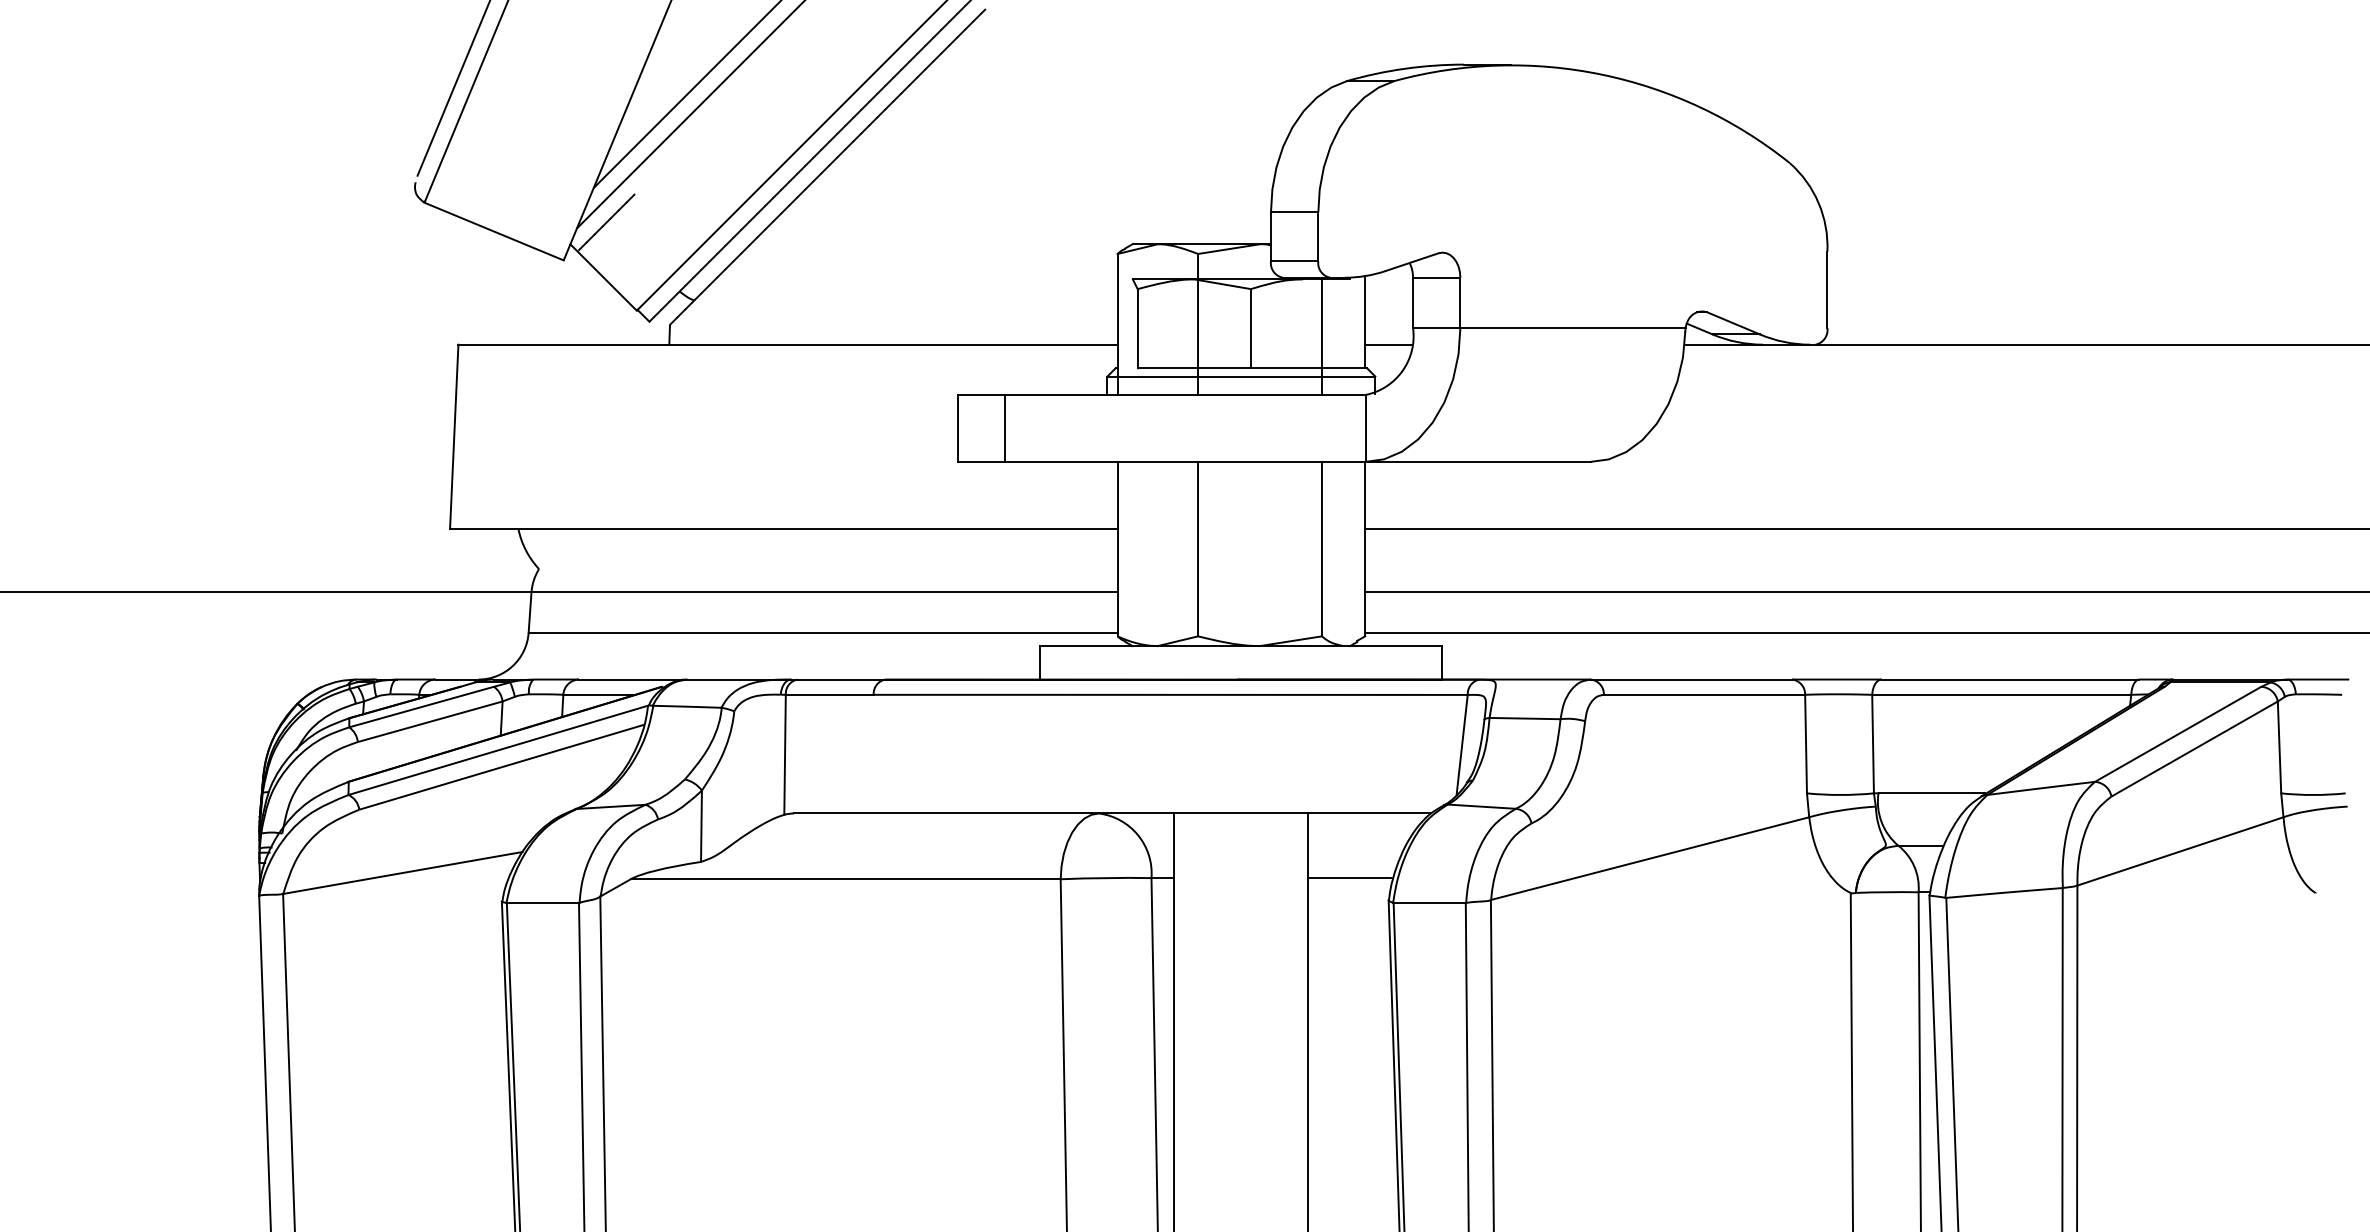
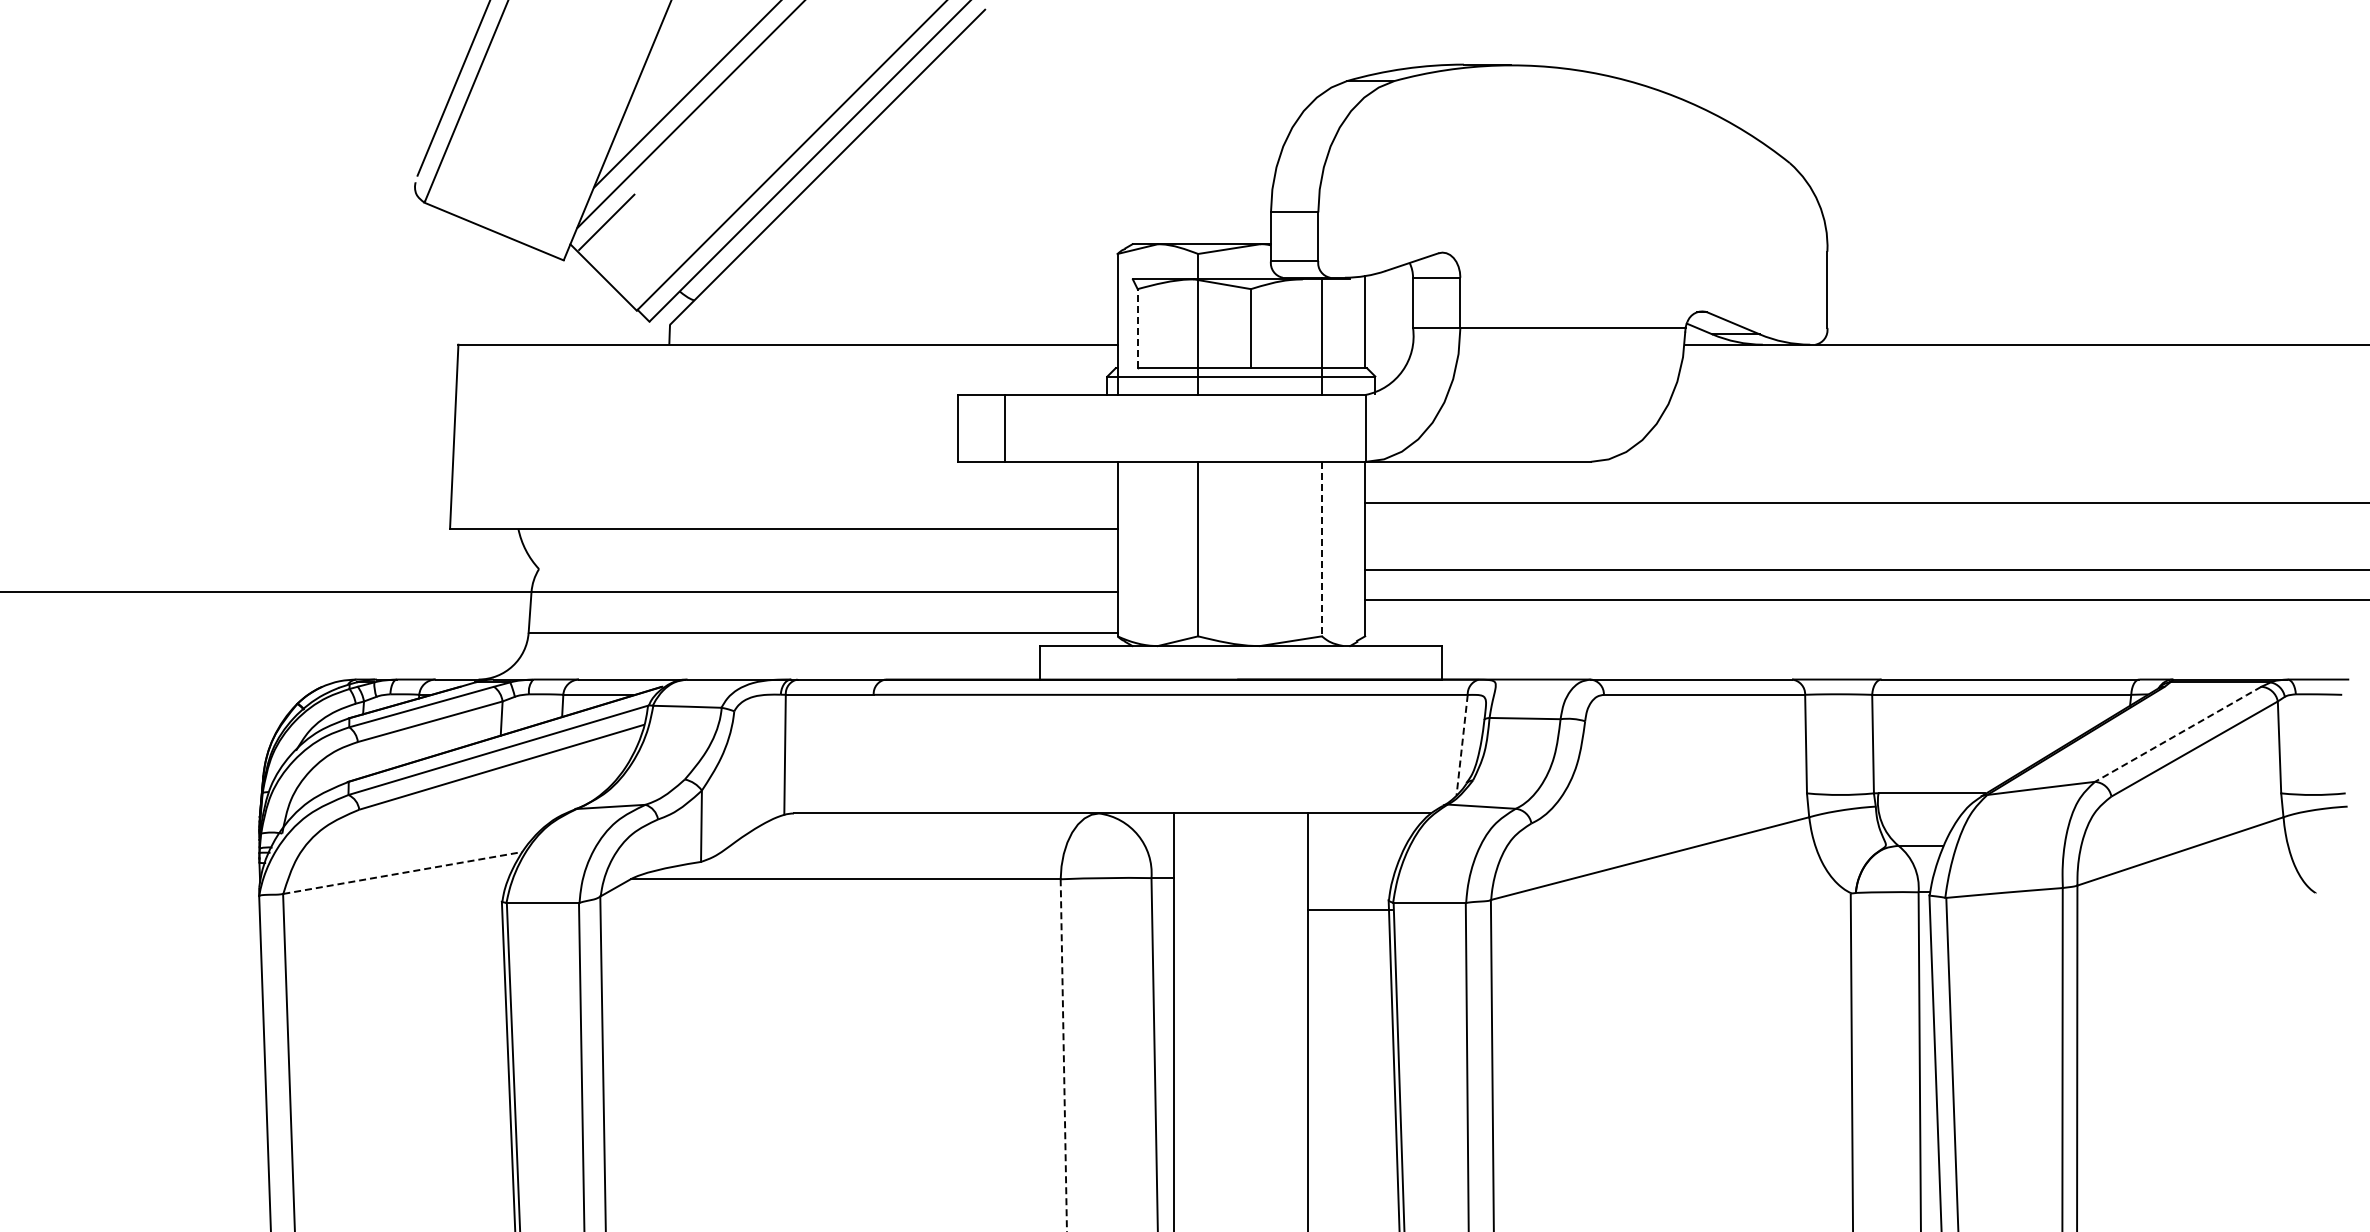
line at (1137, 328): solid -> dashed
line at (1388, 344): present -> none
line at (1865, 528) position: (1865, 528) -> (1865, 502)
line at (1321, 549): solid -> dashed
line at (1865, 592) position: (1865, 592) -> (1865, 570)
line at (1865, 632) position: (1865, 632) -> (1865, 599)
line at (2178, 734): solid -> dashed
line at (1462, 745): solid -> dashed
line at (403, 872): solid -> dashed
line at (1349, 878) position: (1349, 878) -> (1349, 910)
line at (1063, 1055): solid -> dashed
